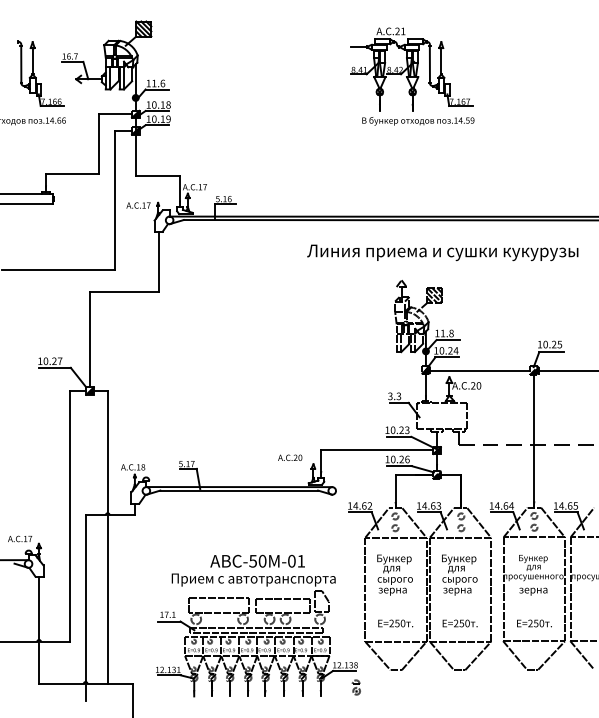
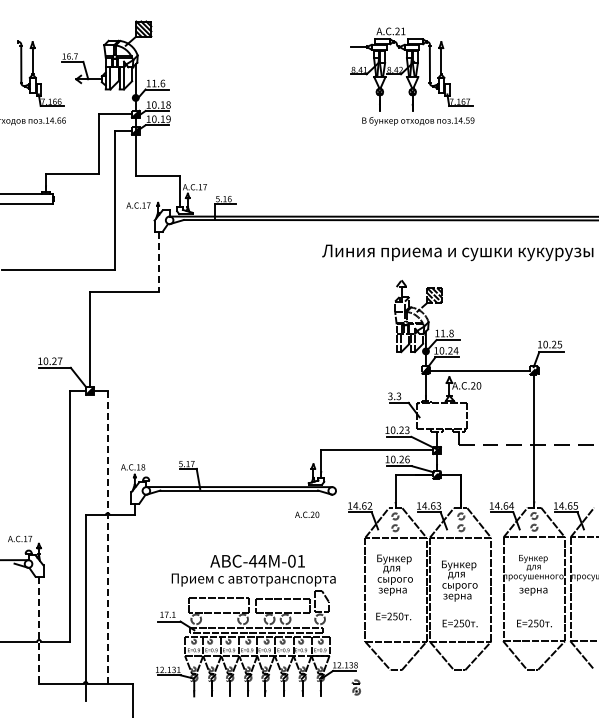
text at (442, 252) position: (442, 252) -> (457, 252)
line at (158, 261): solid -> dashed
line at (566, 370): present -> none
text at (290, 457) position: (290, 457) -> (307, 514)
line at (107, 537): solid -> dashed
text at (257, 560): -50 -> -44
text at (459, 574) position: (459, 574) -> (459, 580)
text at (395, 623) position: (395, 623) -> (393, 616)
line at (39, 630): solid -> dashed
